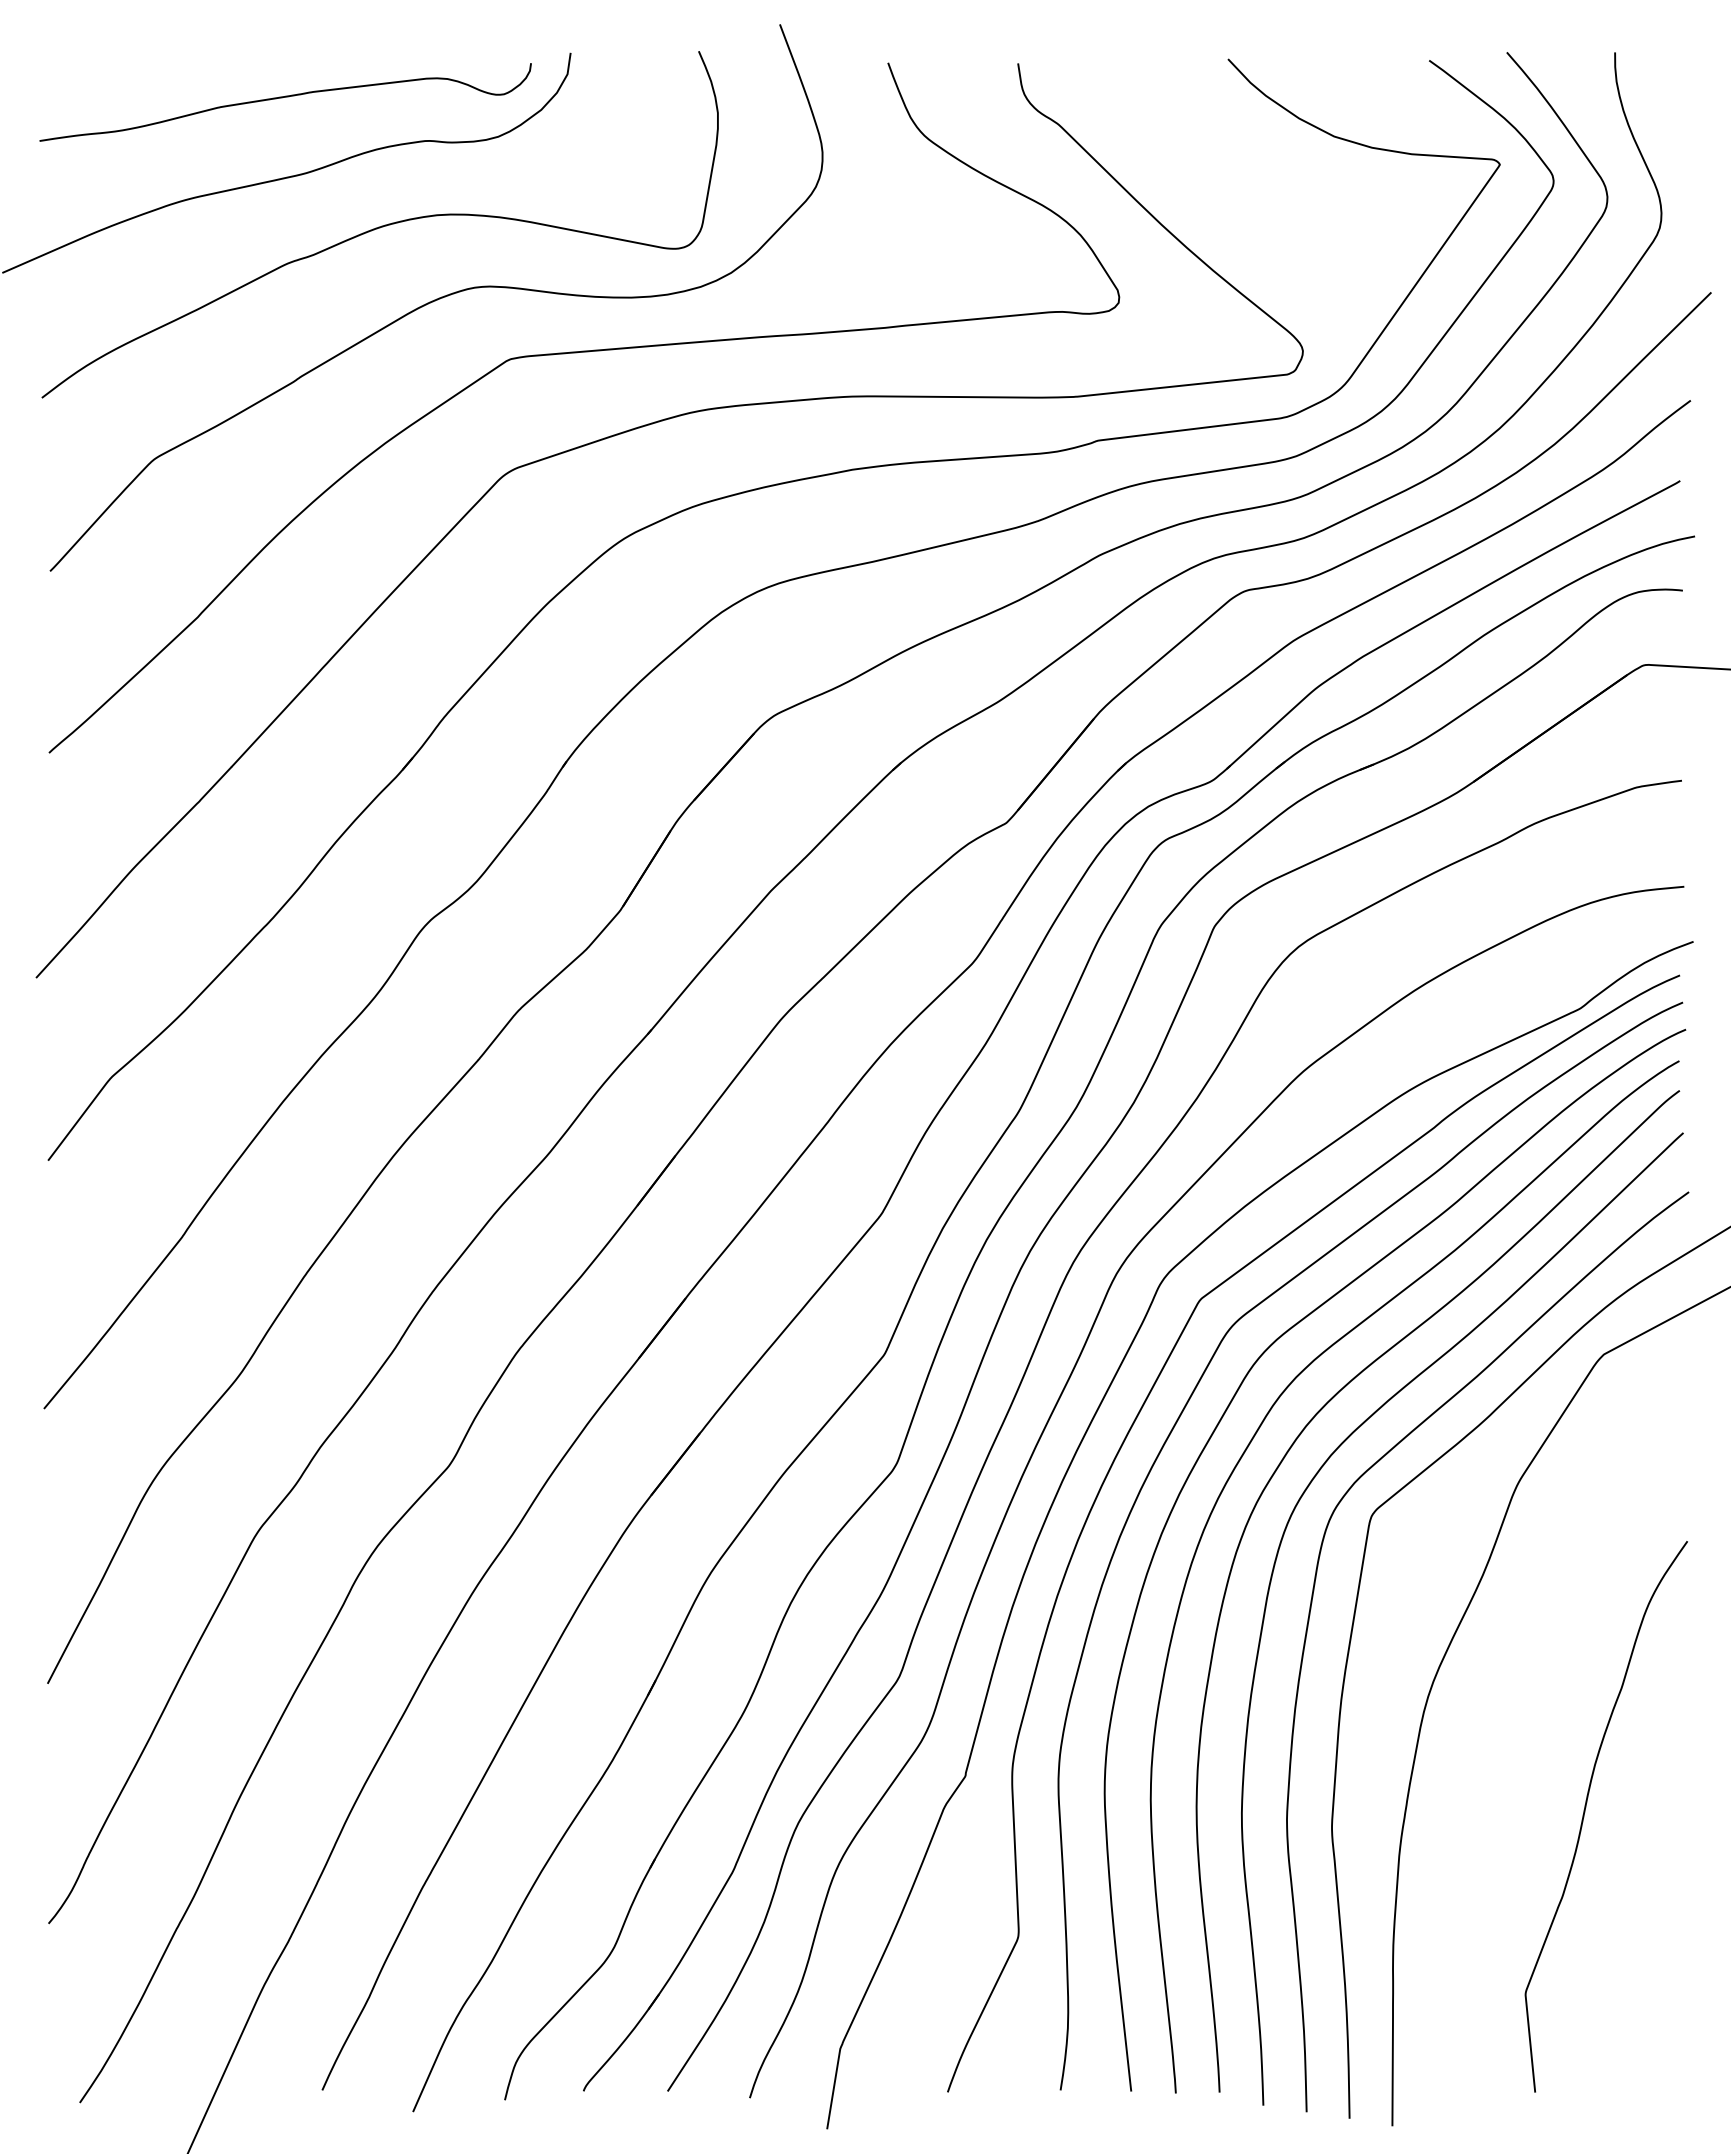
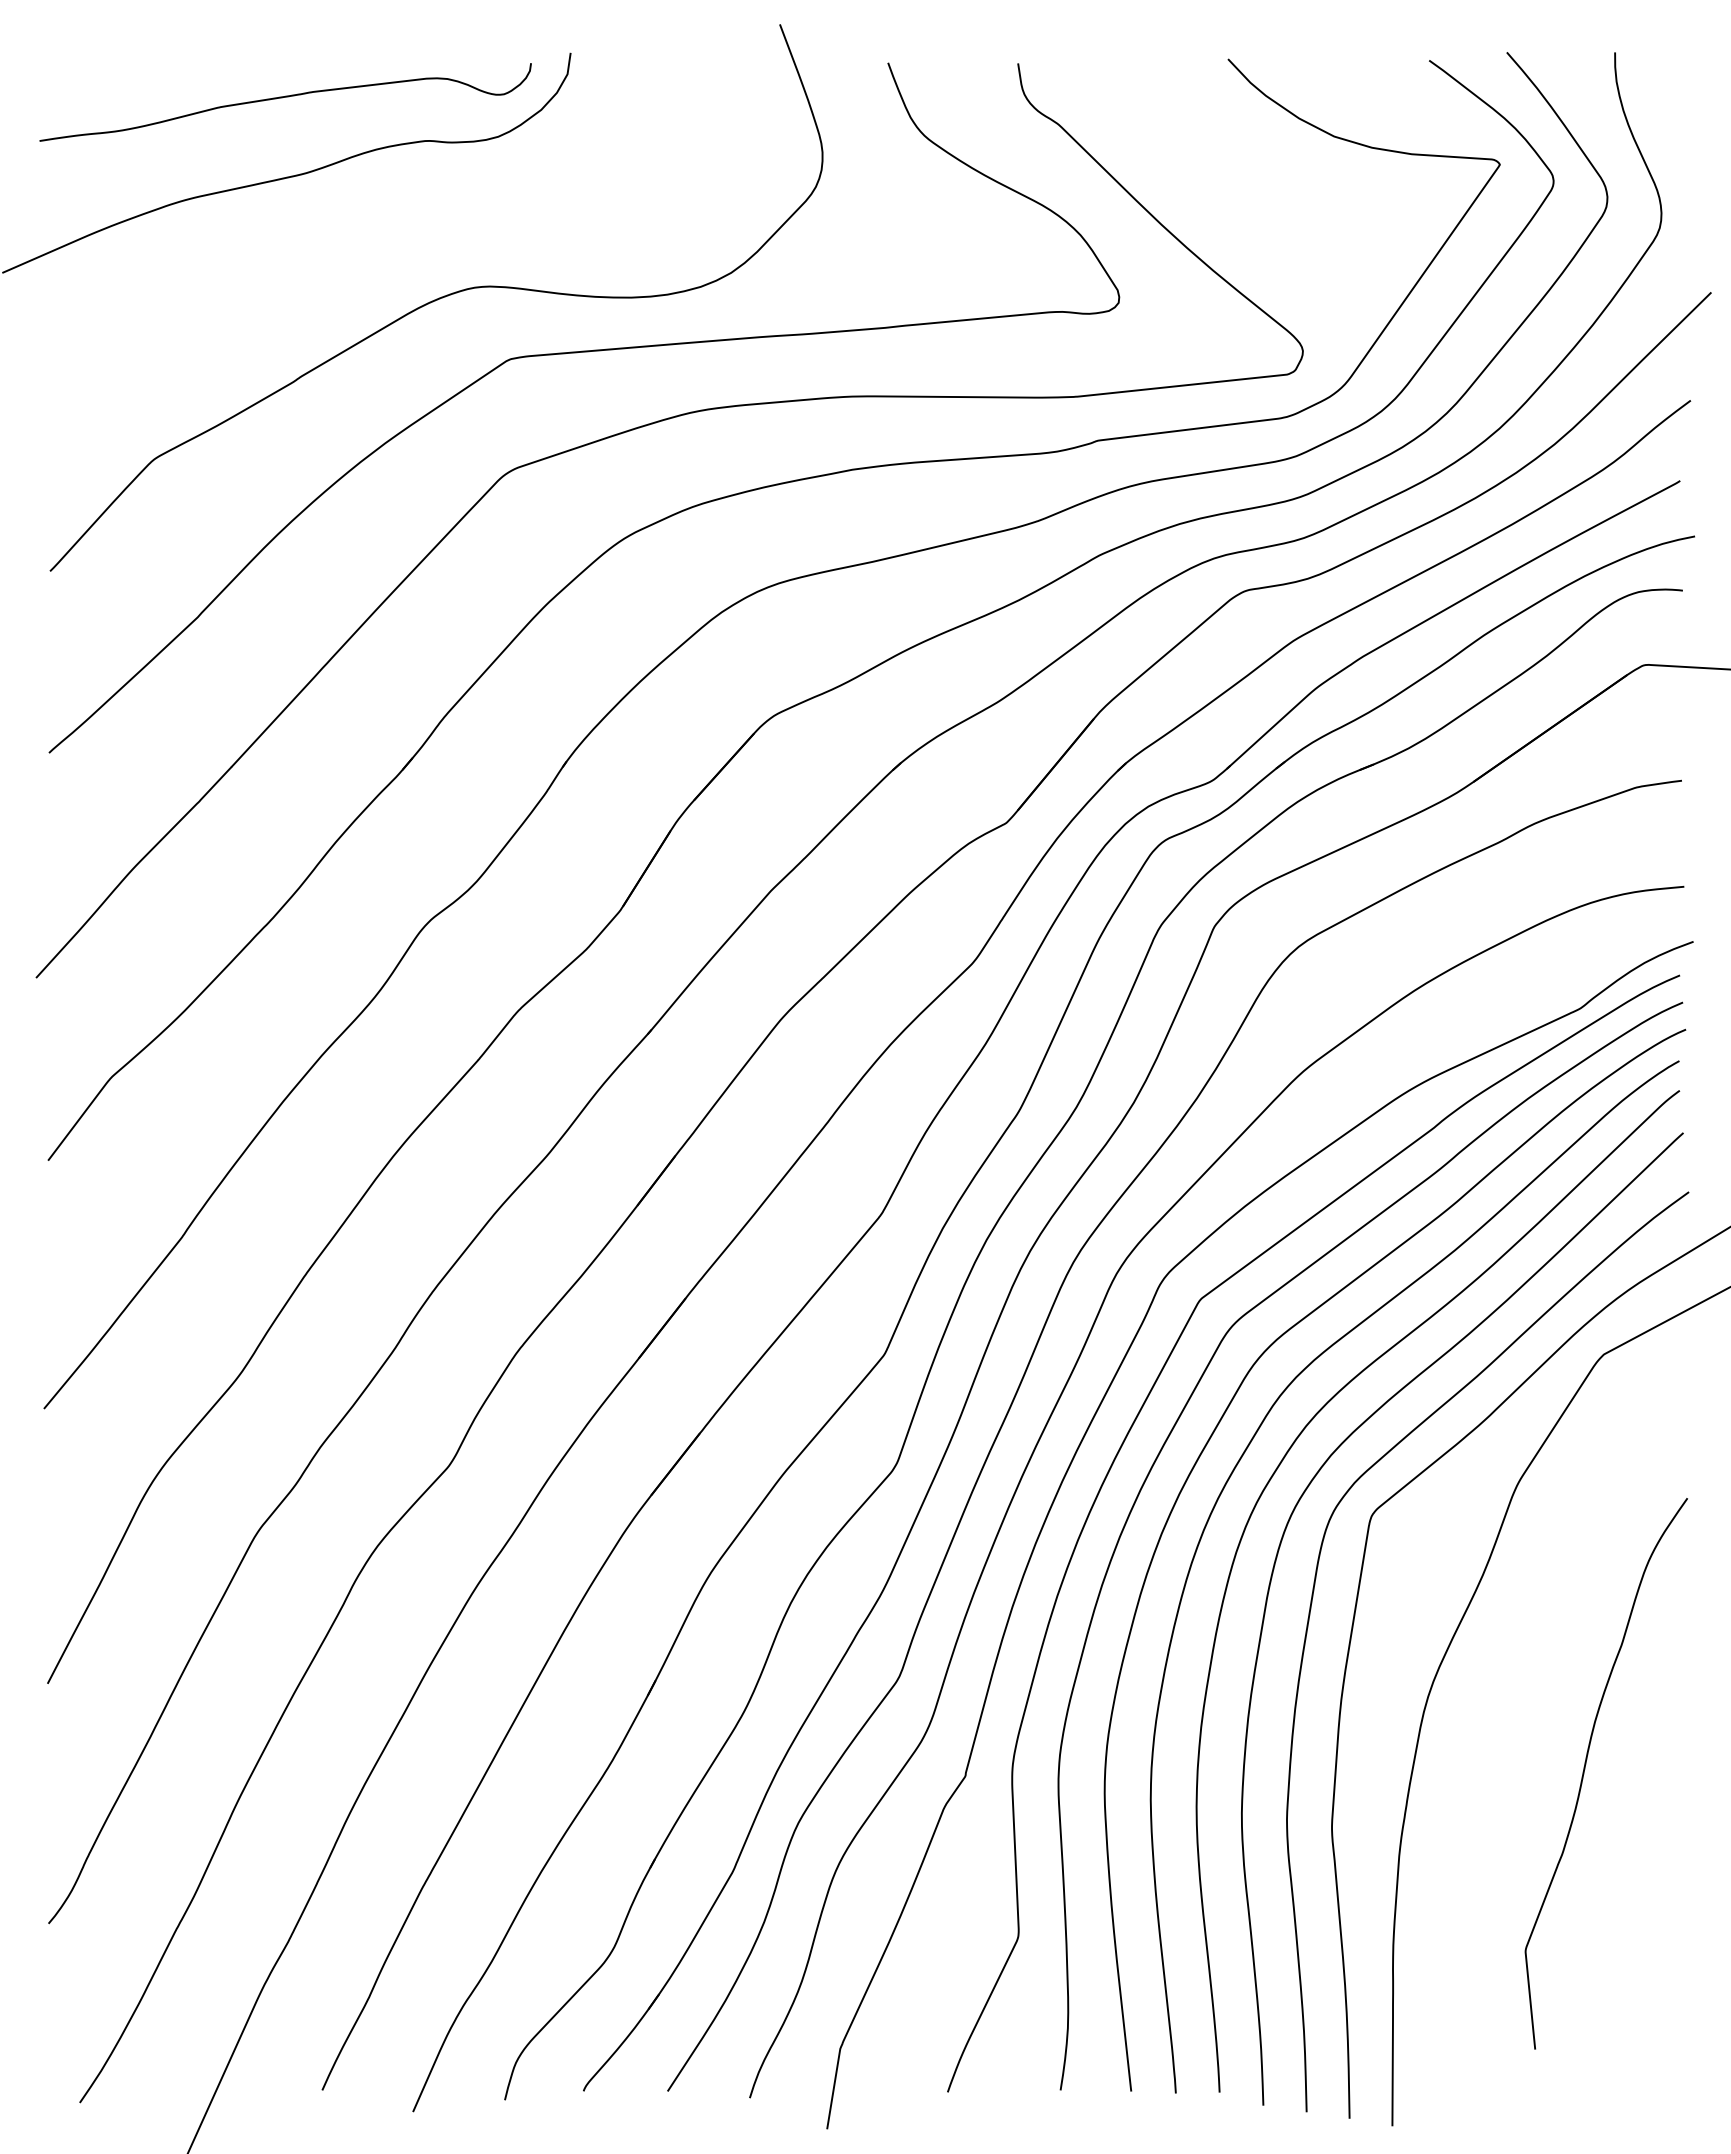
curve at (379, 226): present -> none
curve at (1585, 1812) position: (1585, 1812) -> (1585, 1769)
